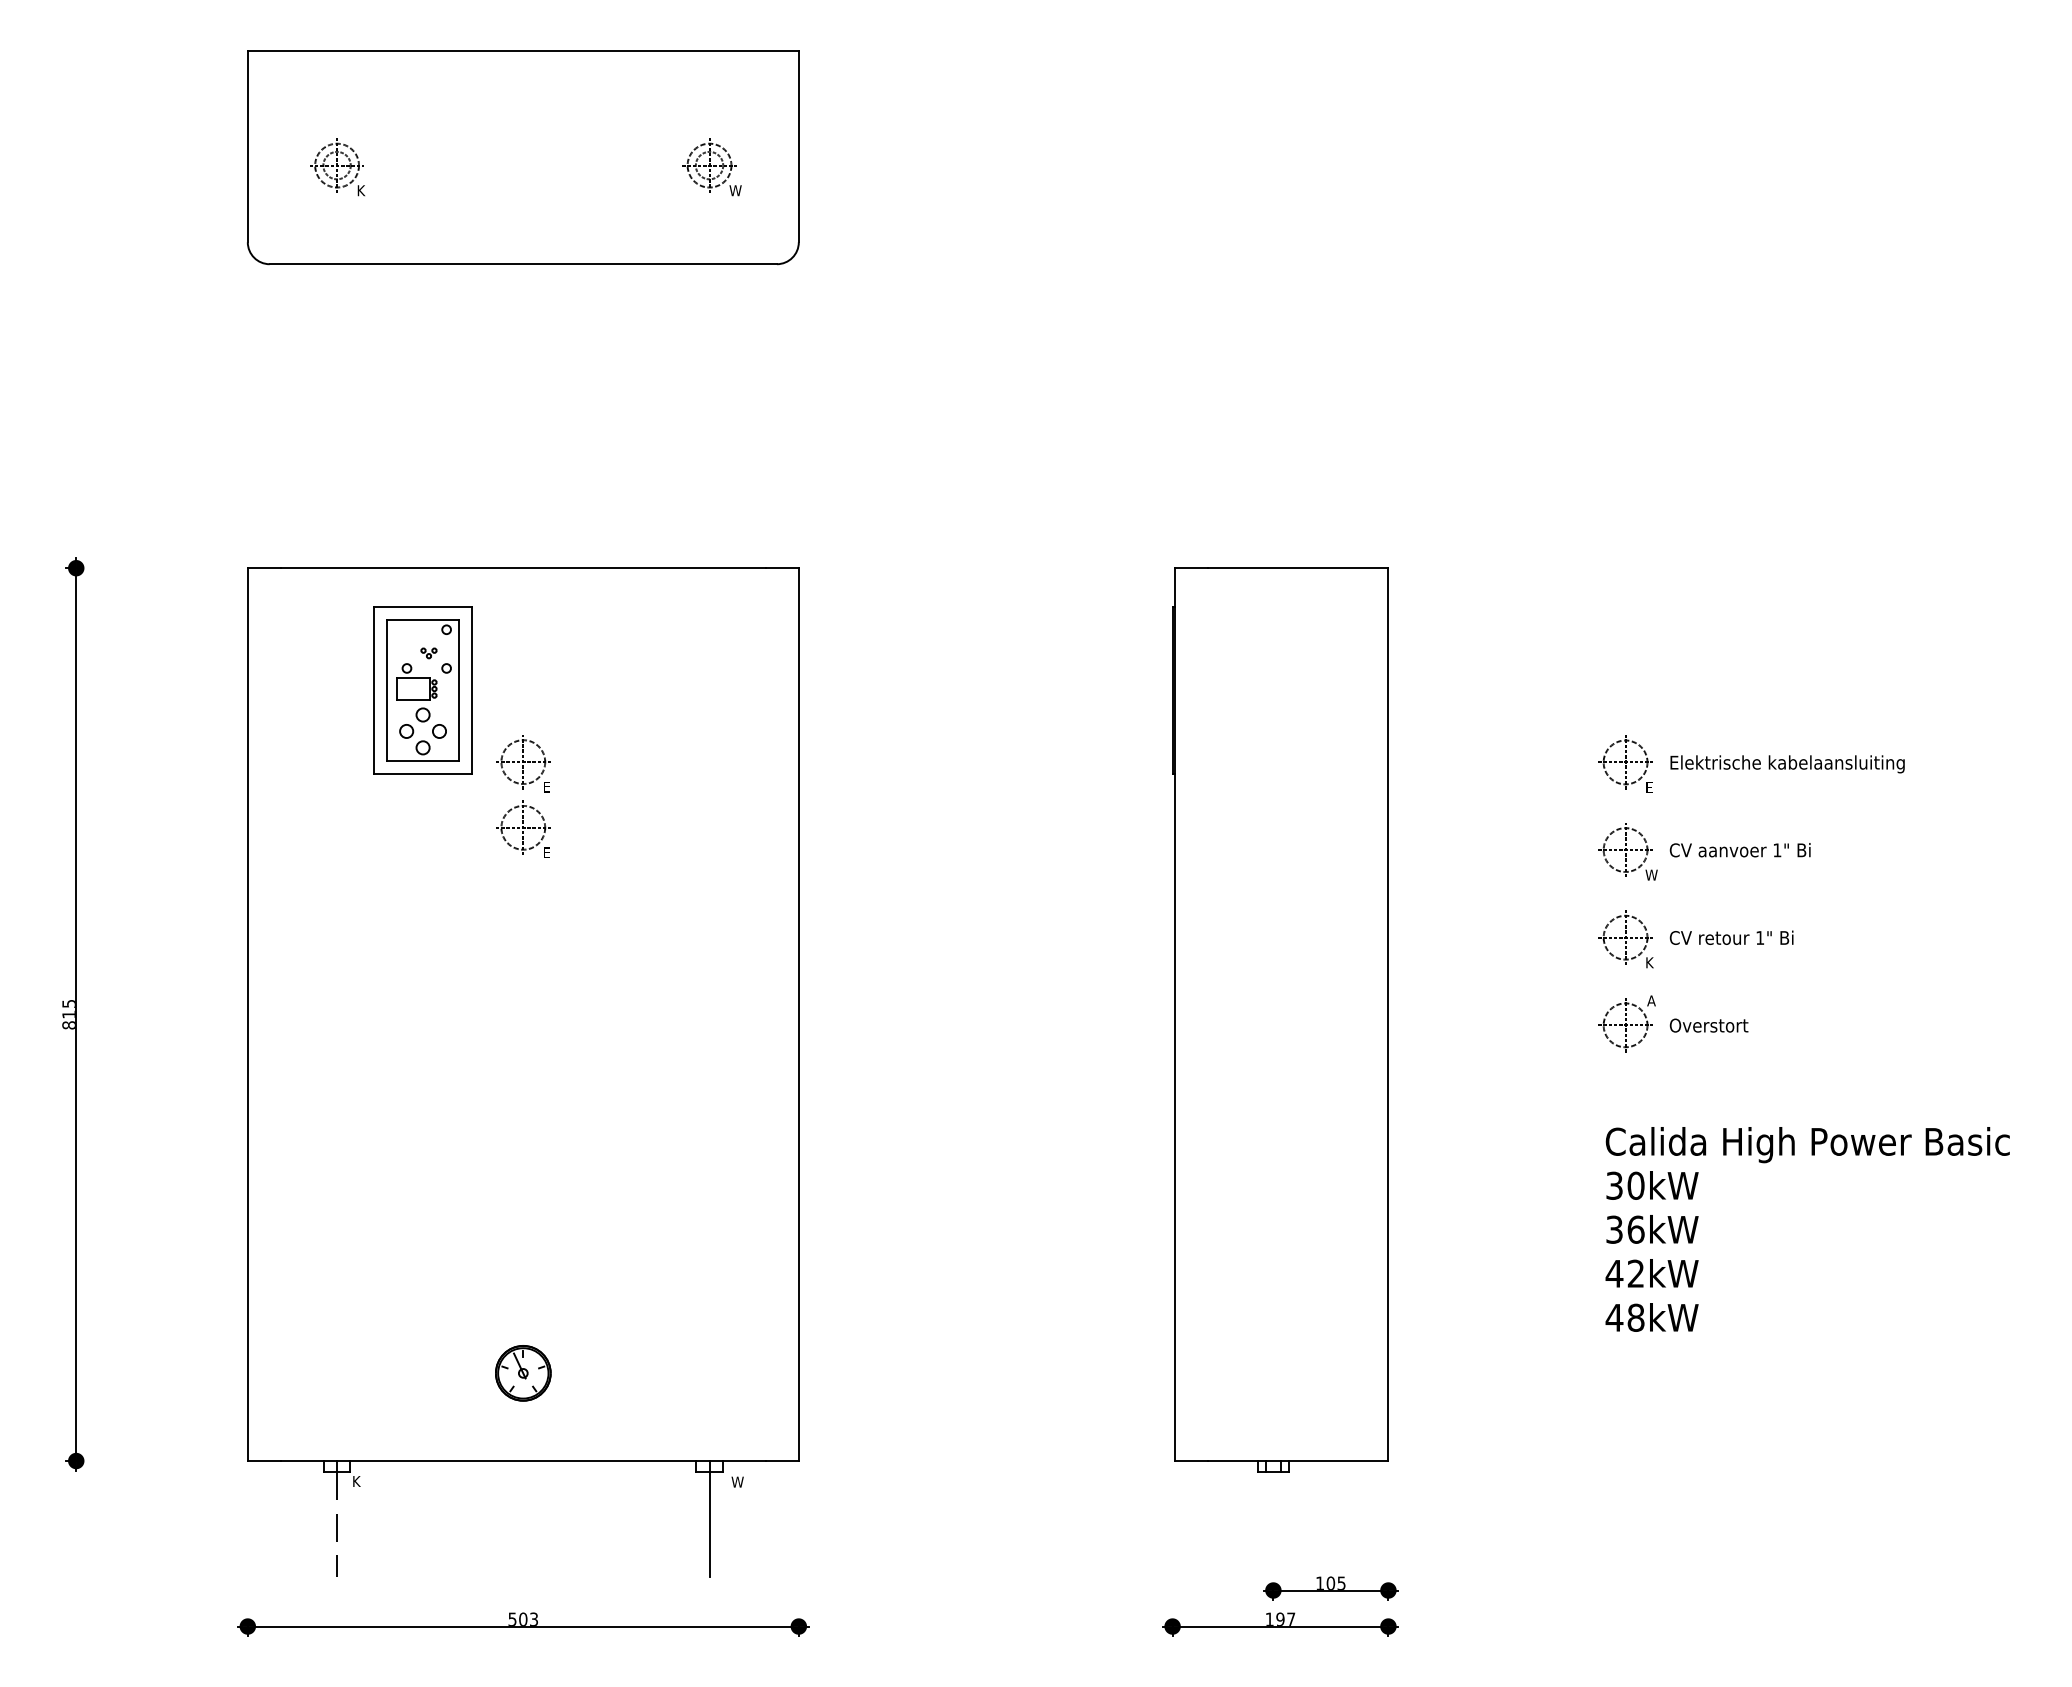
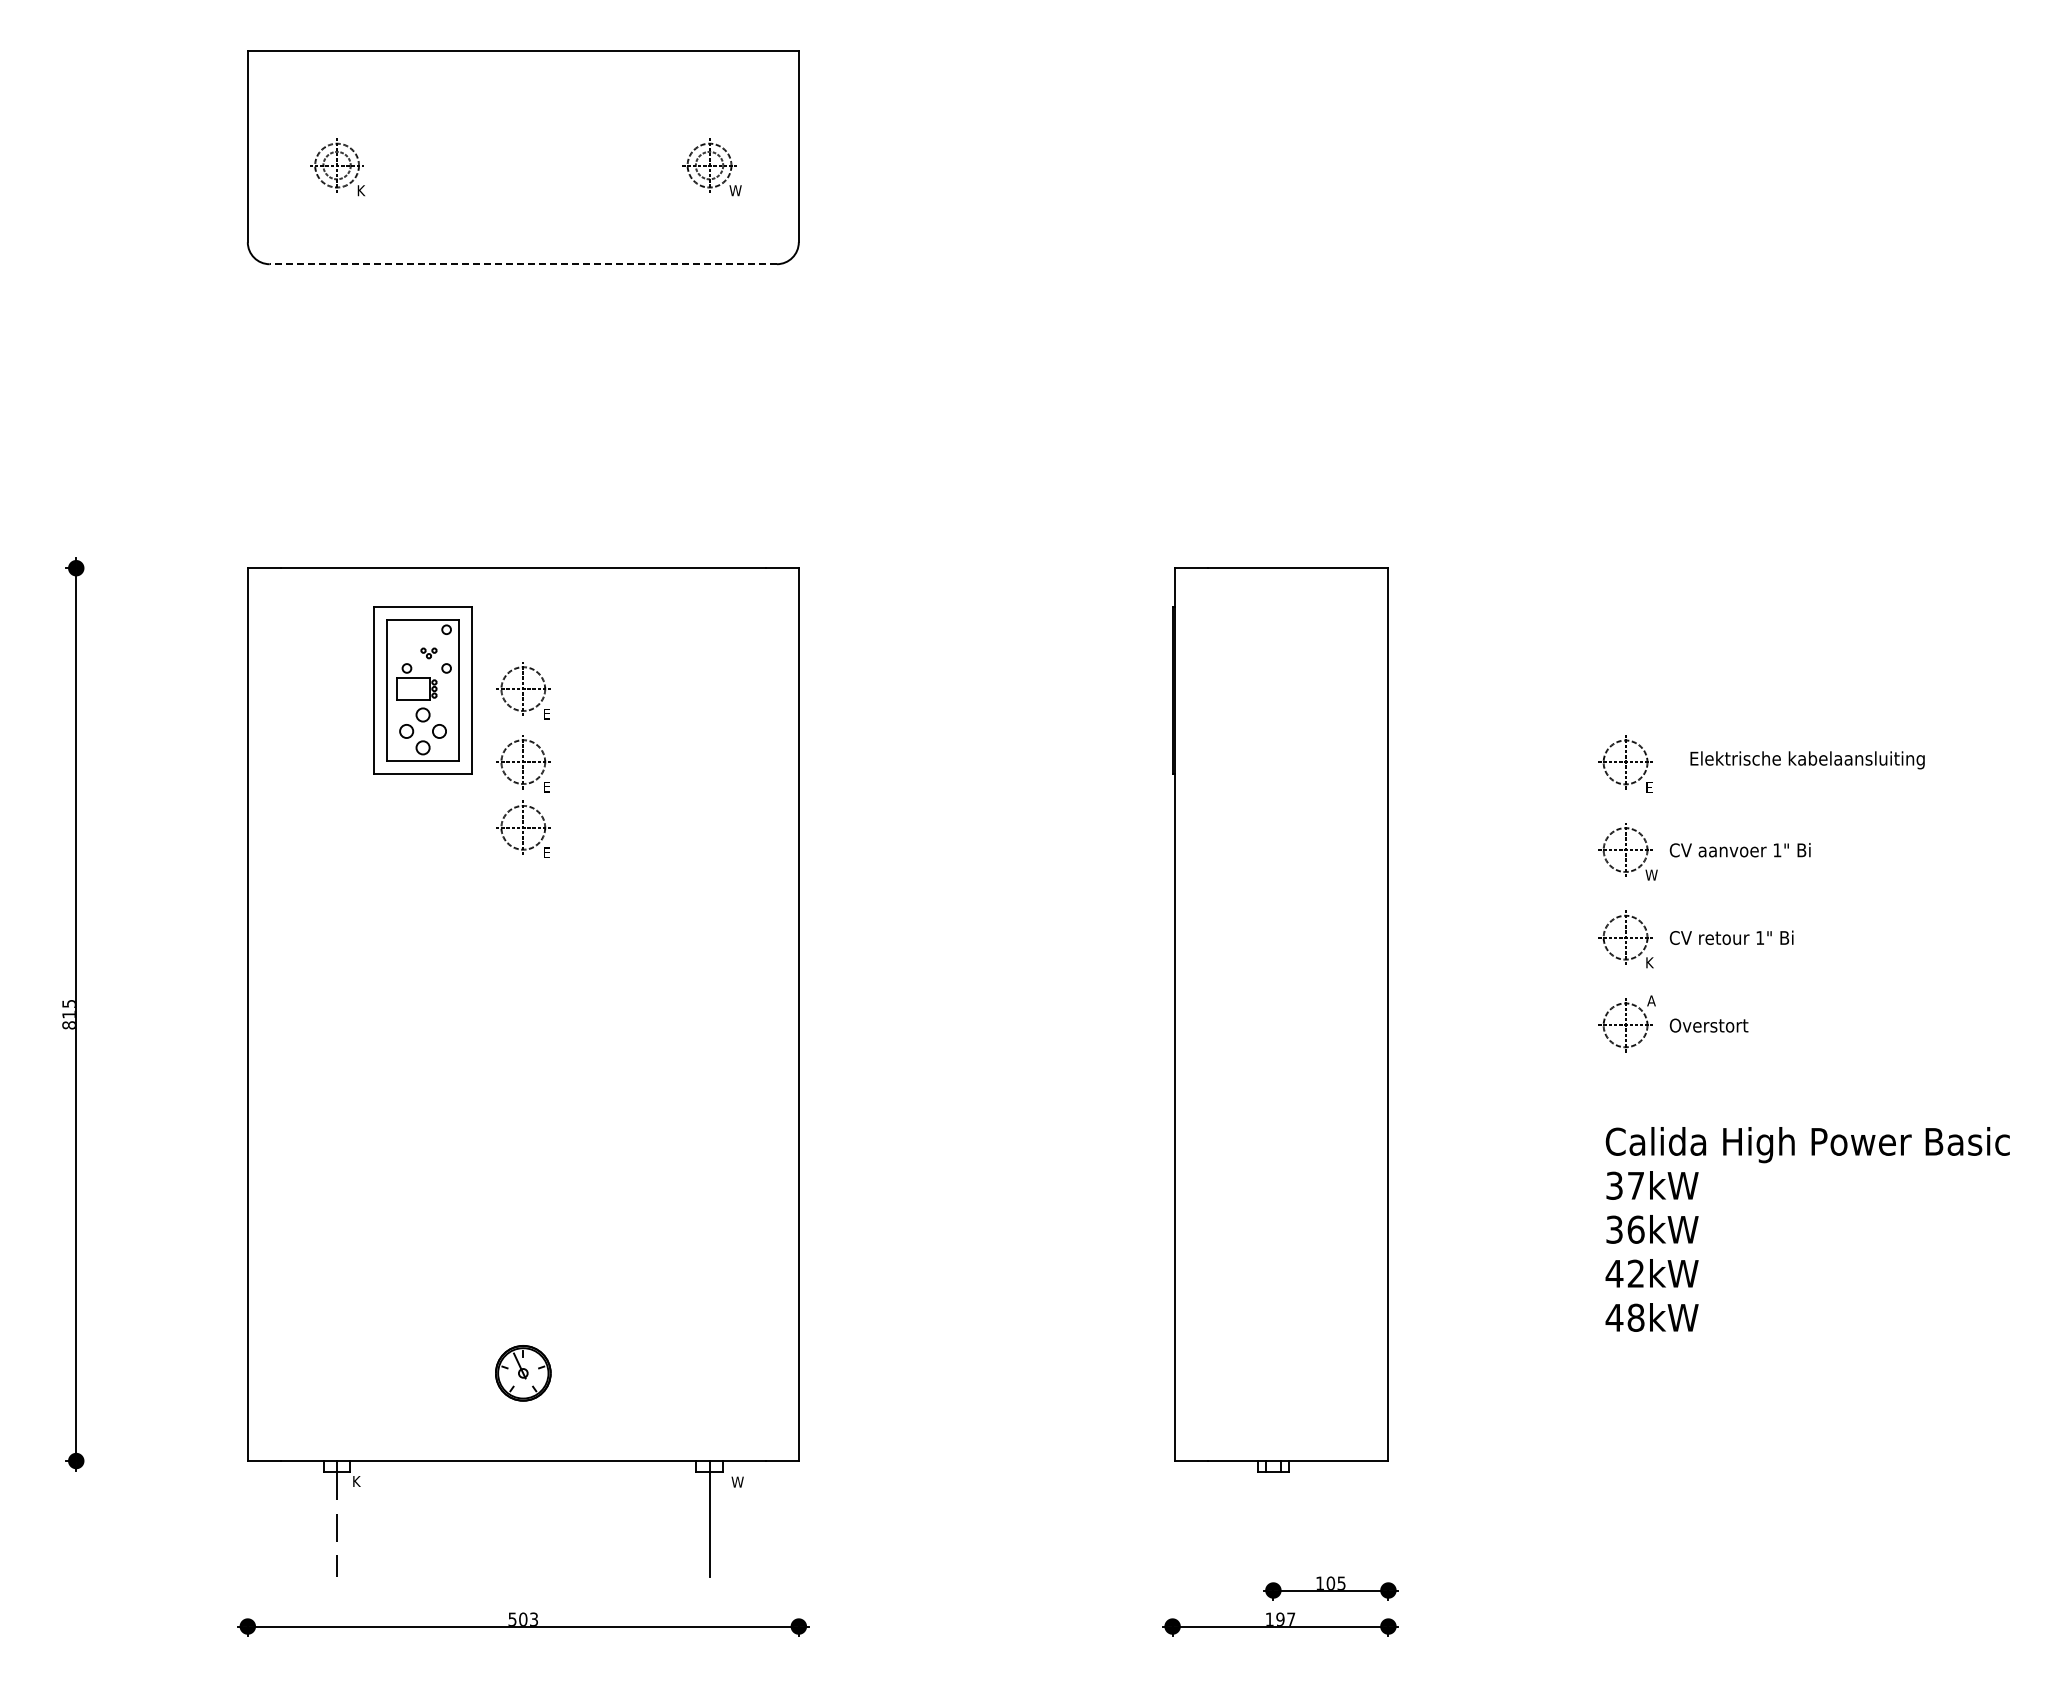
line at (523, 264): solid -> dashed
part at (523, 690): none -> present
text at (1787, 764) position: (1787, 764) -> (1807, 760)
text at (1635, 1185): 30kW -> 37kW
